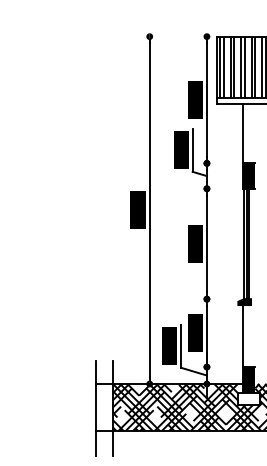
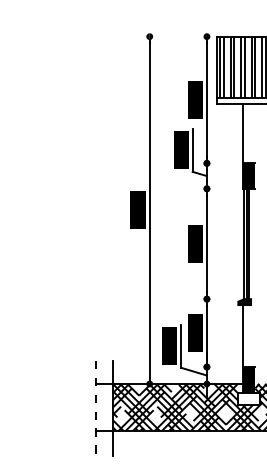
line at (95, 408): solid -> dashed
